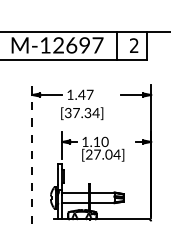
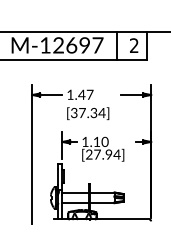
text at (82, 113) position: (82, 113) -> (88, 113)
line at (32, 153): dashed -> solid
text at (108, 155): [27.04] -> [27.94]
